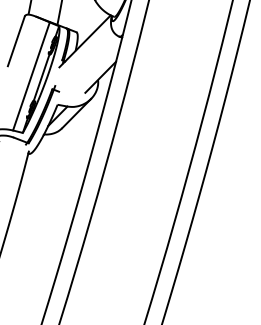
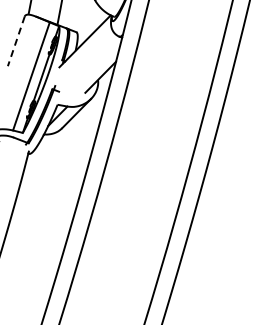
line at (16, 41): solid -> dashed
